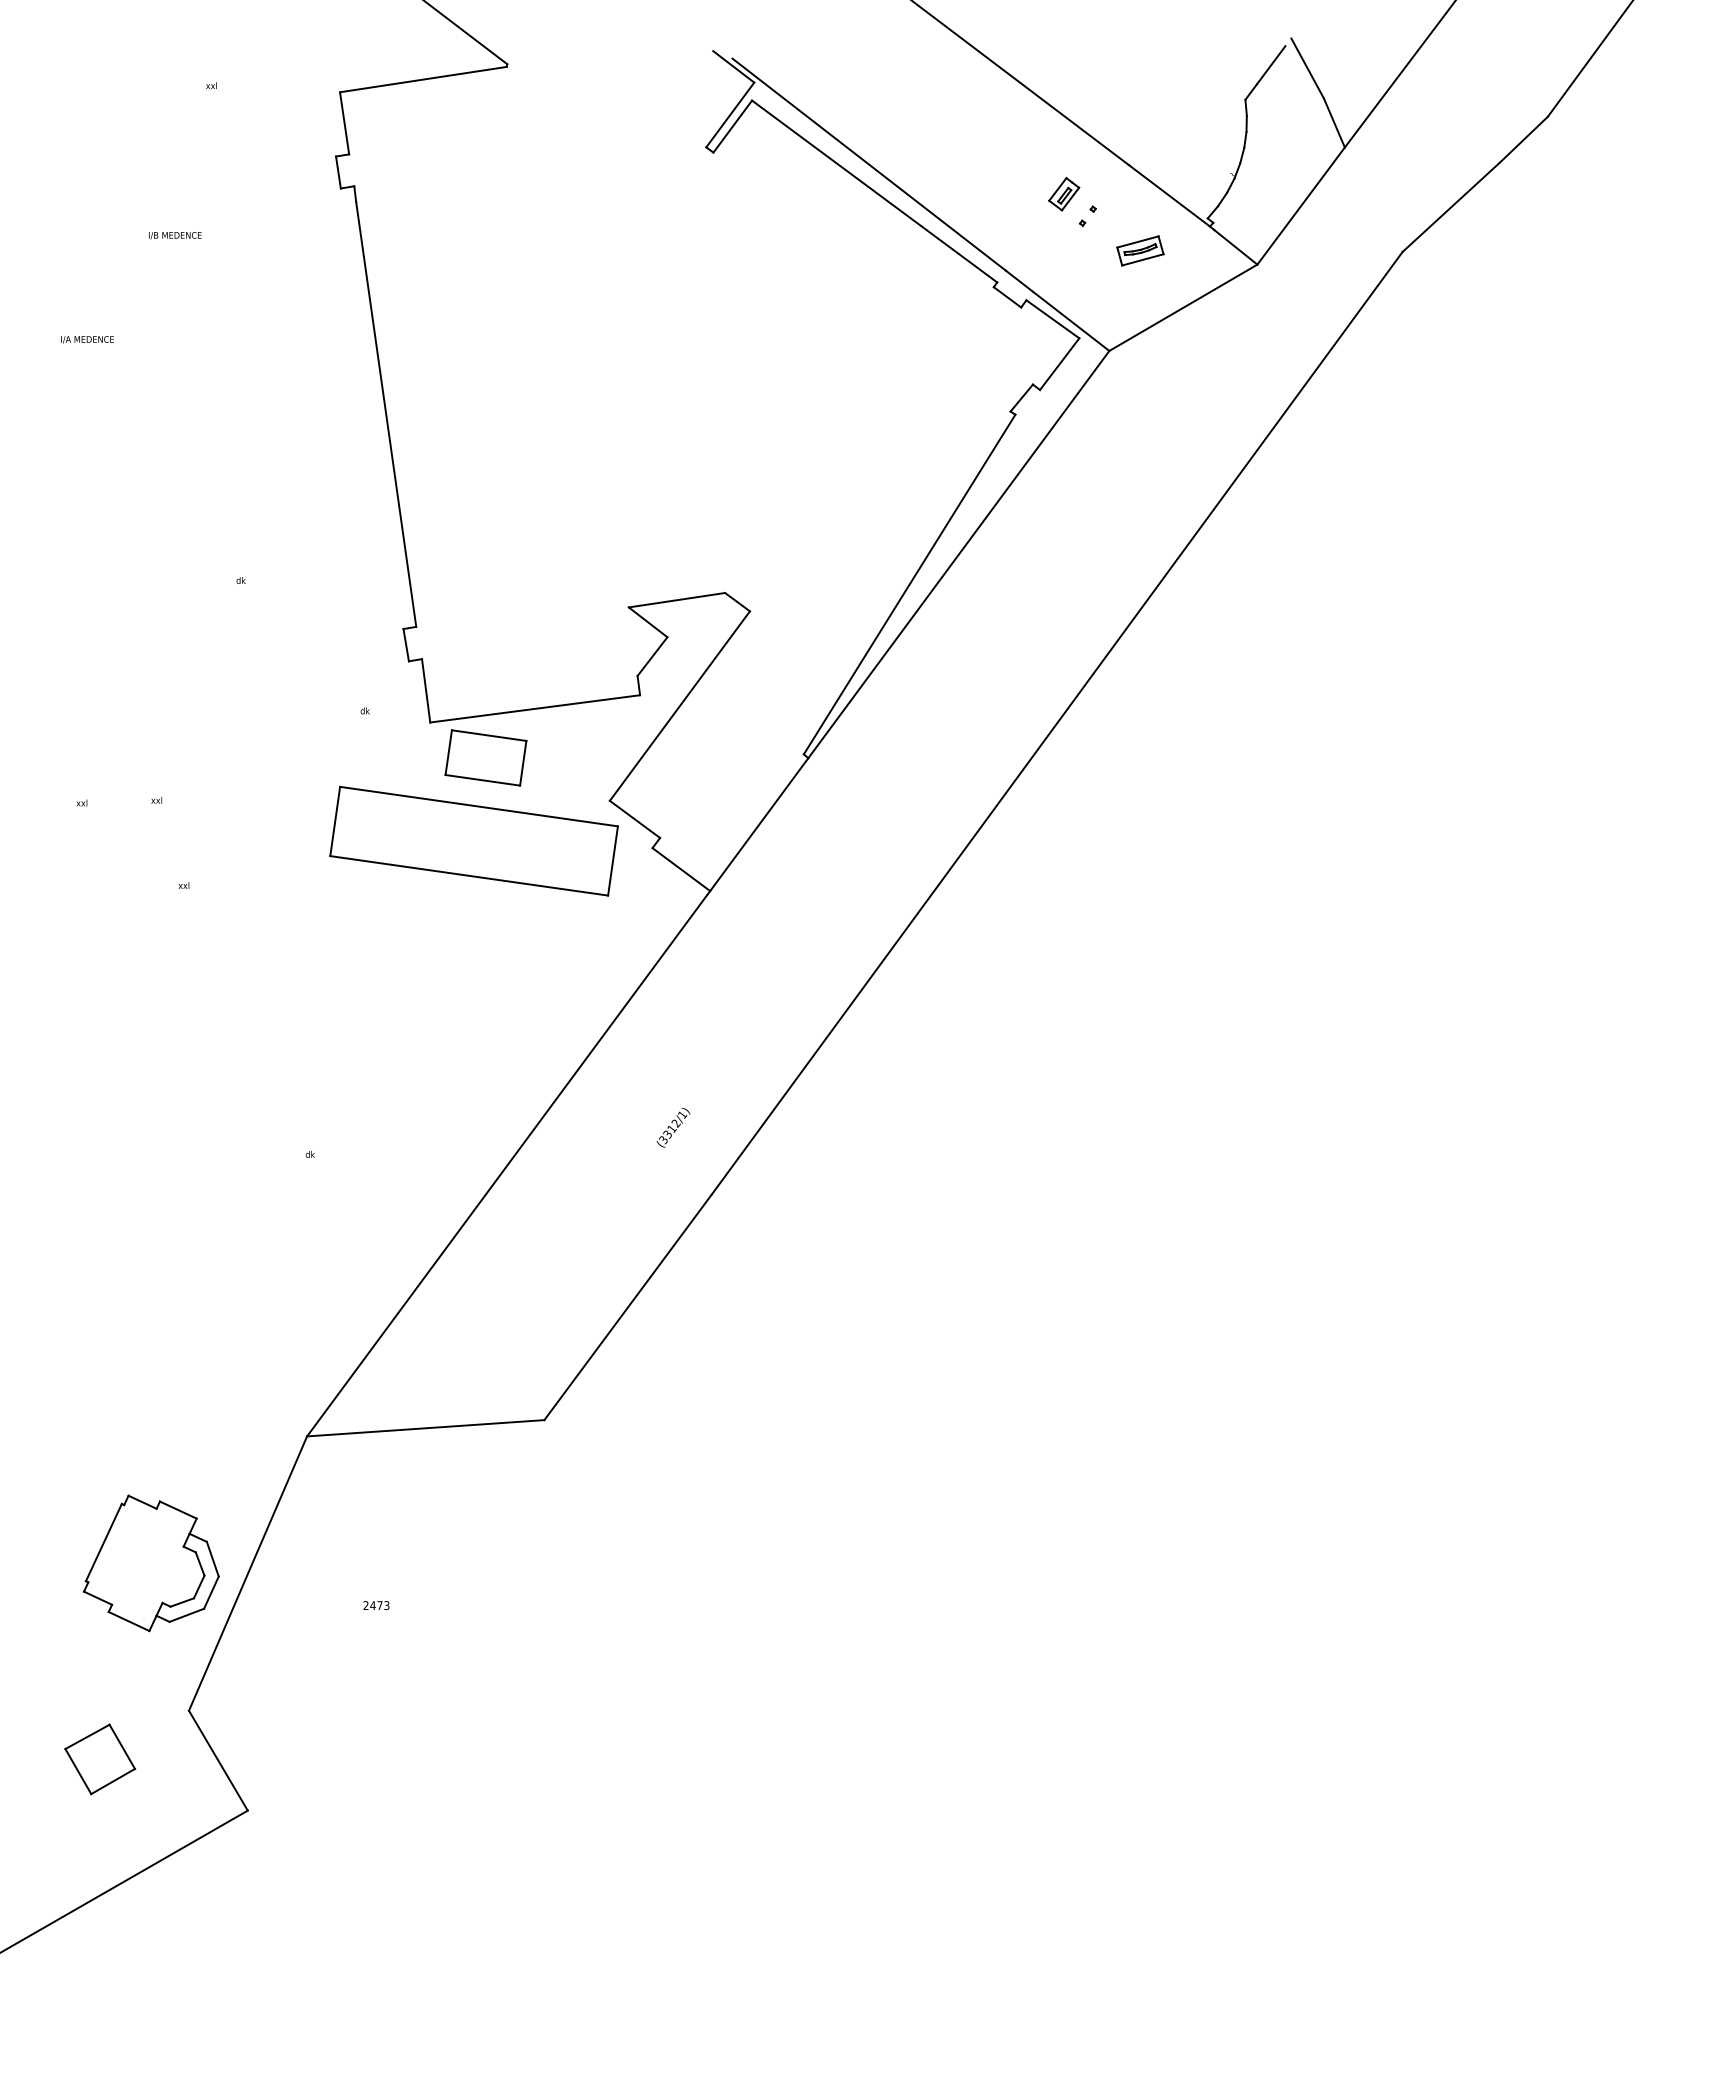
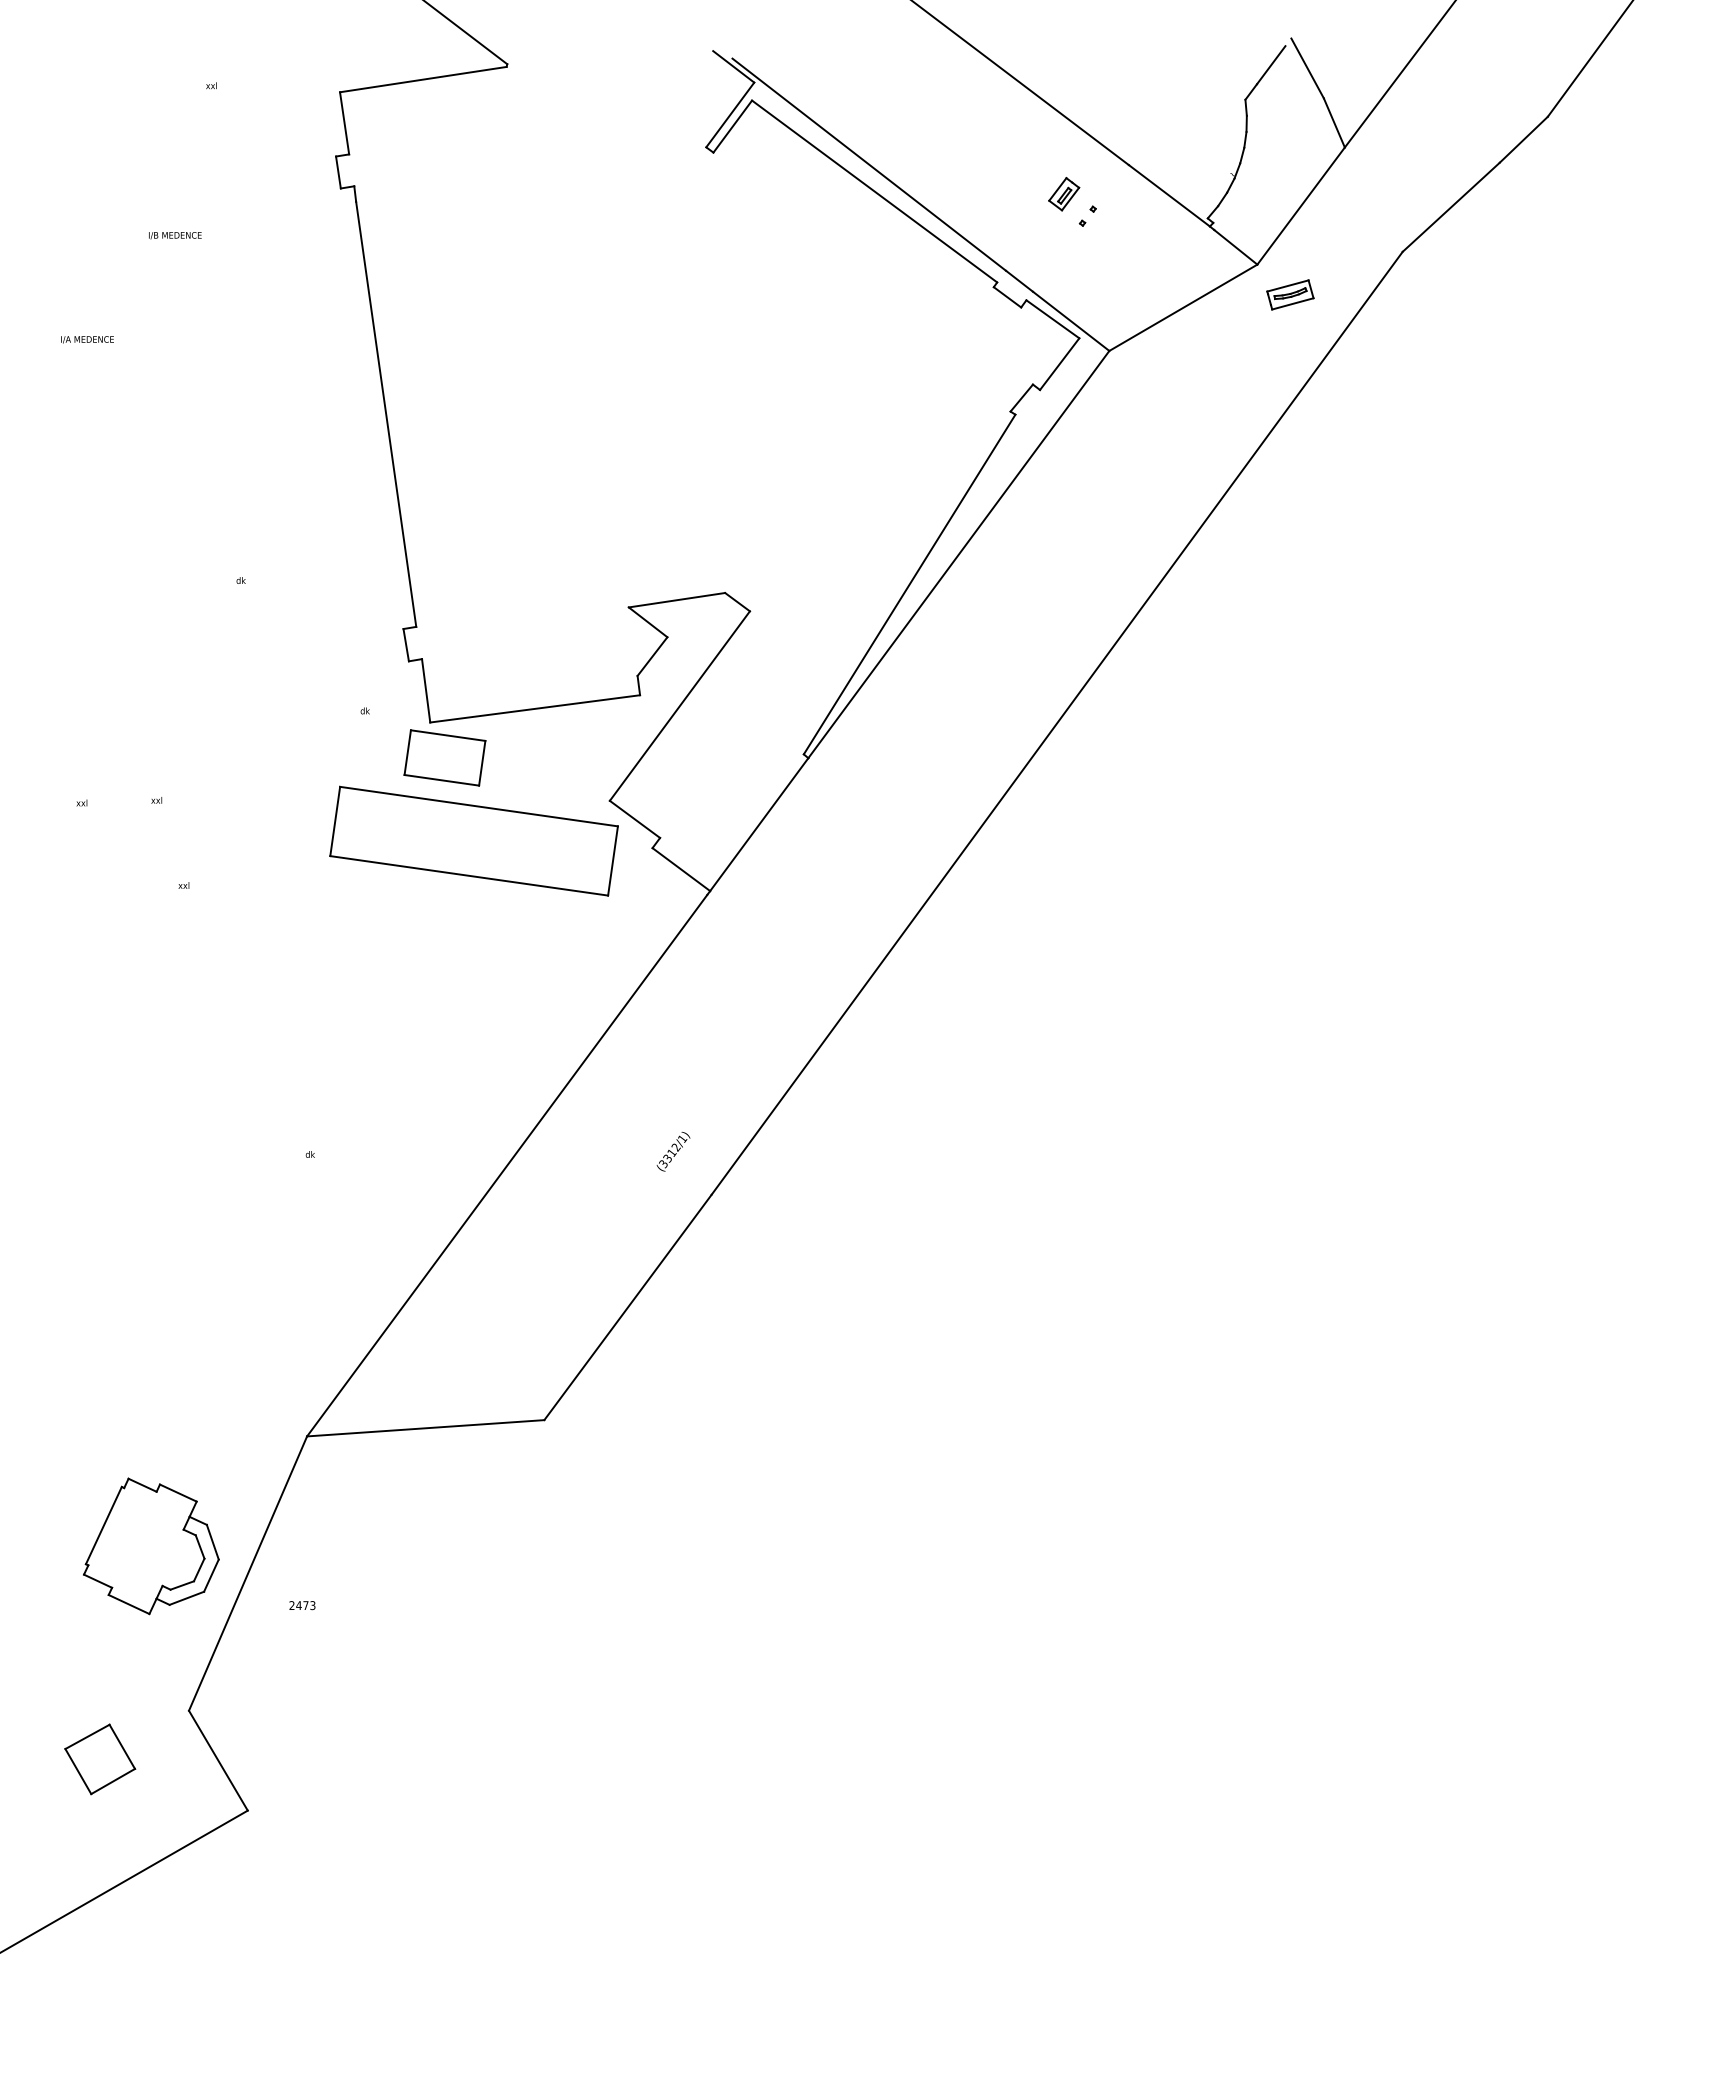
part at (1140, 250) position: (1140, 250) -> (1290, 294)
part at (485, 757) position: (485, 757) -> (444, 757)
text at (673, 1127) position: (673, 1127) -> (673, 1151)
part at (151, 1563) position: (151, 1563) -> (151, 1546)
text at (376, 1605) position: (376, 1605) -> (302, 1605)
